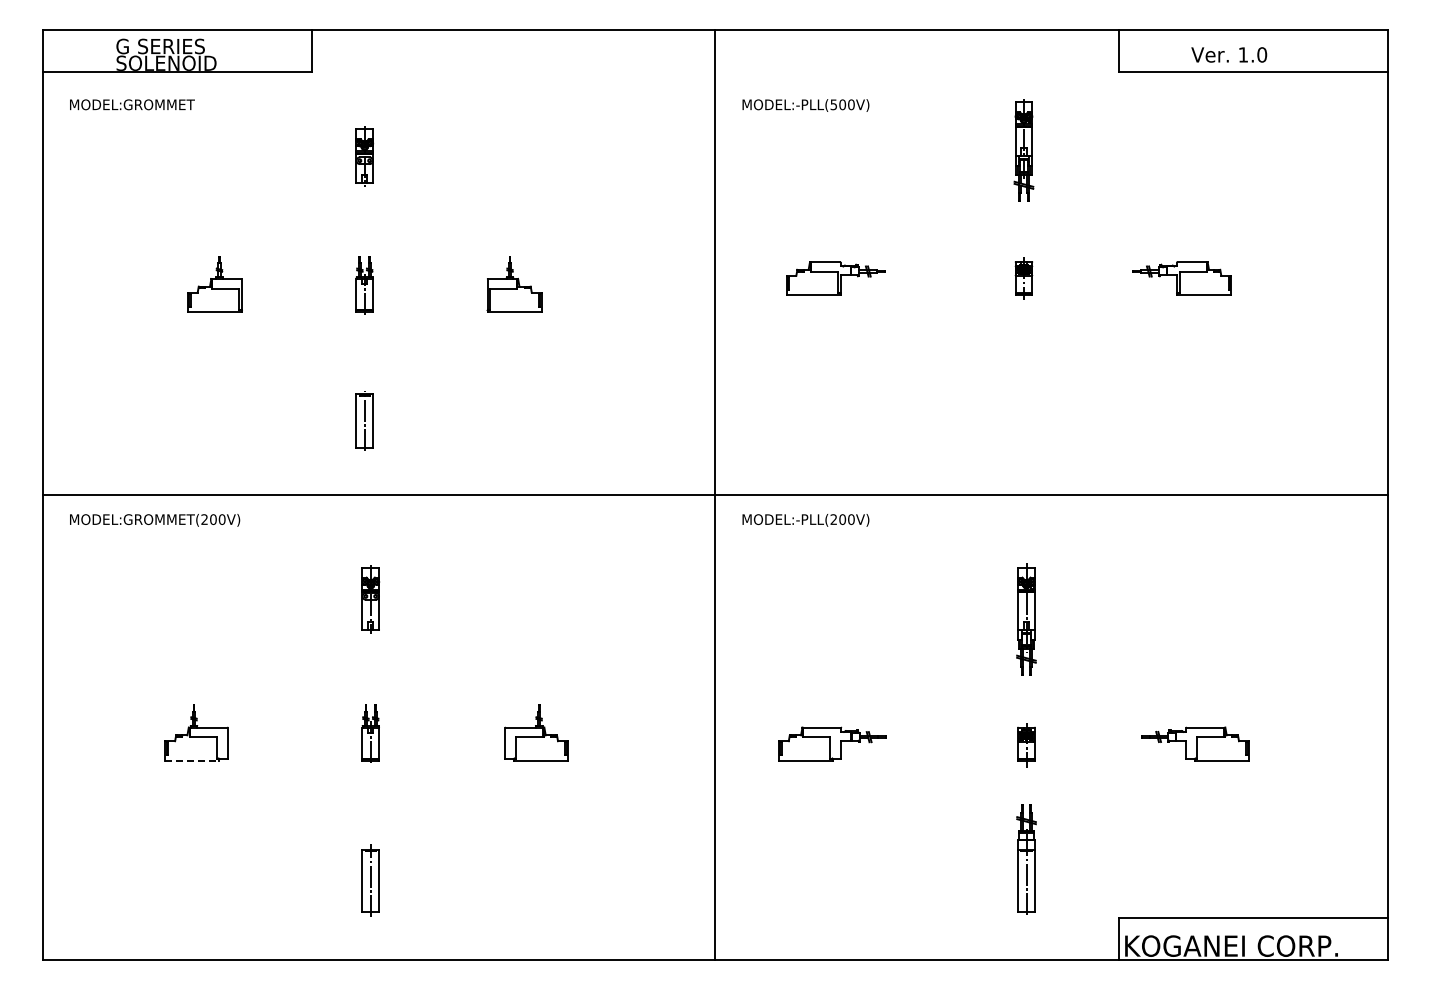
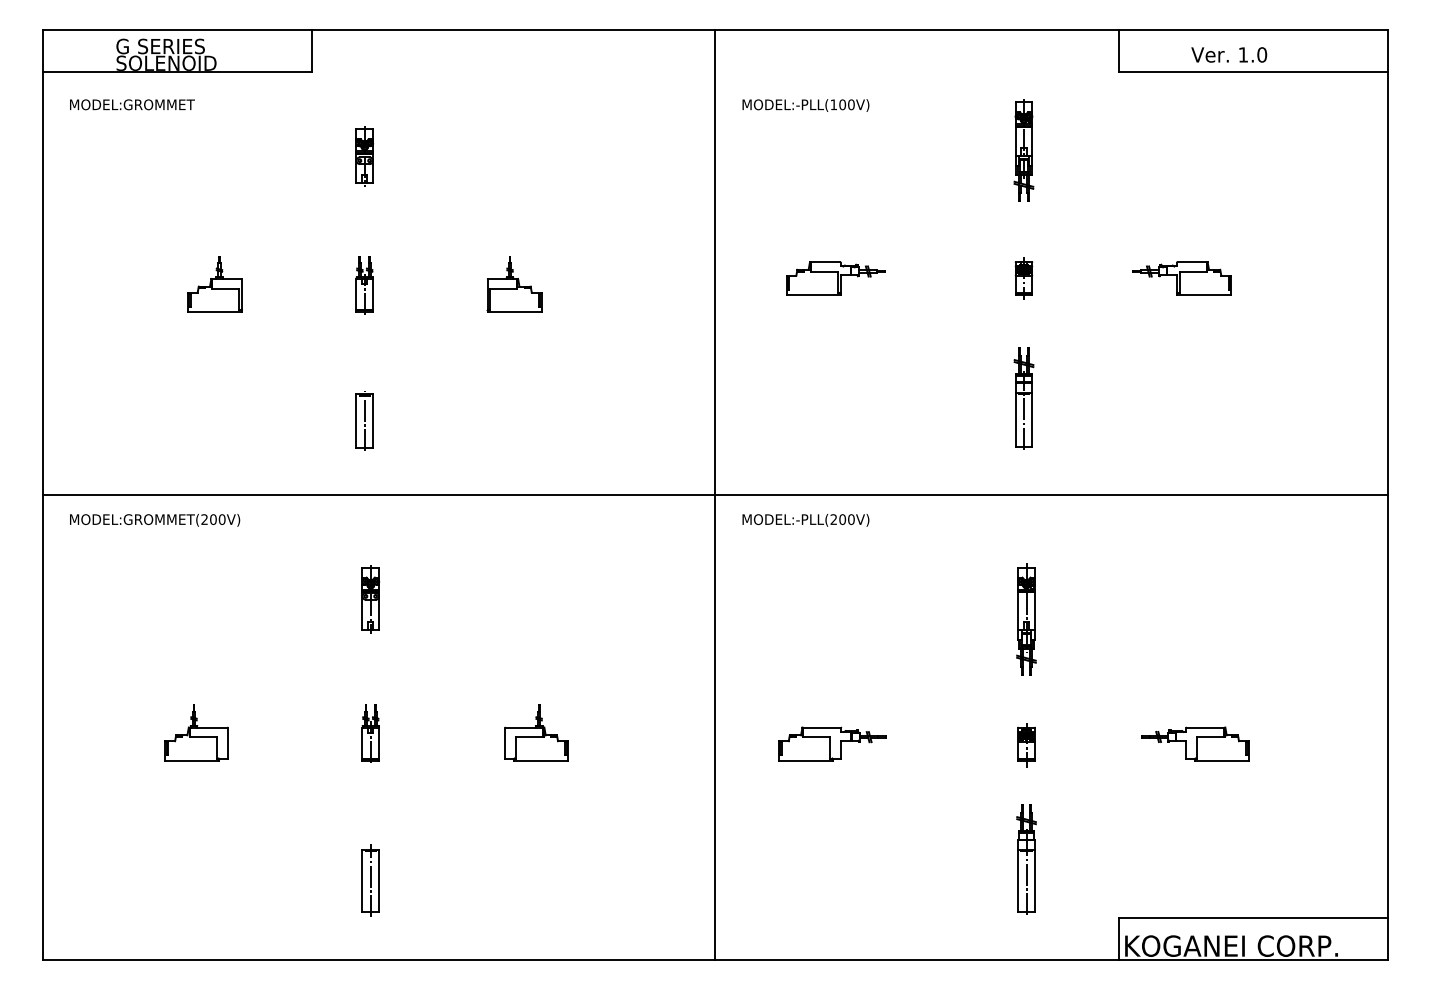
text at (833, 104): MODEL:-PLL(500V) -> MODEL:-PLL(100V)
part at (1023, 398): none -> present
line at (192, 760): dashed -> solid
